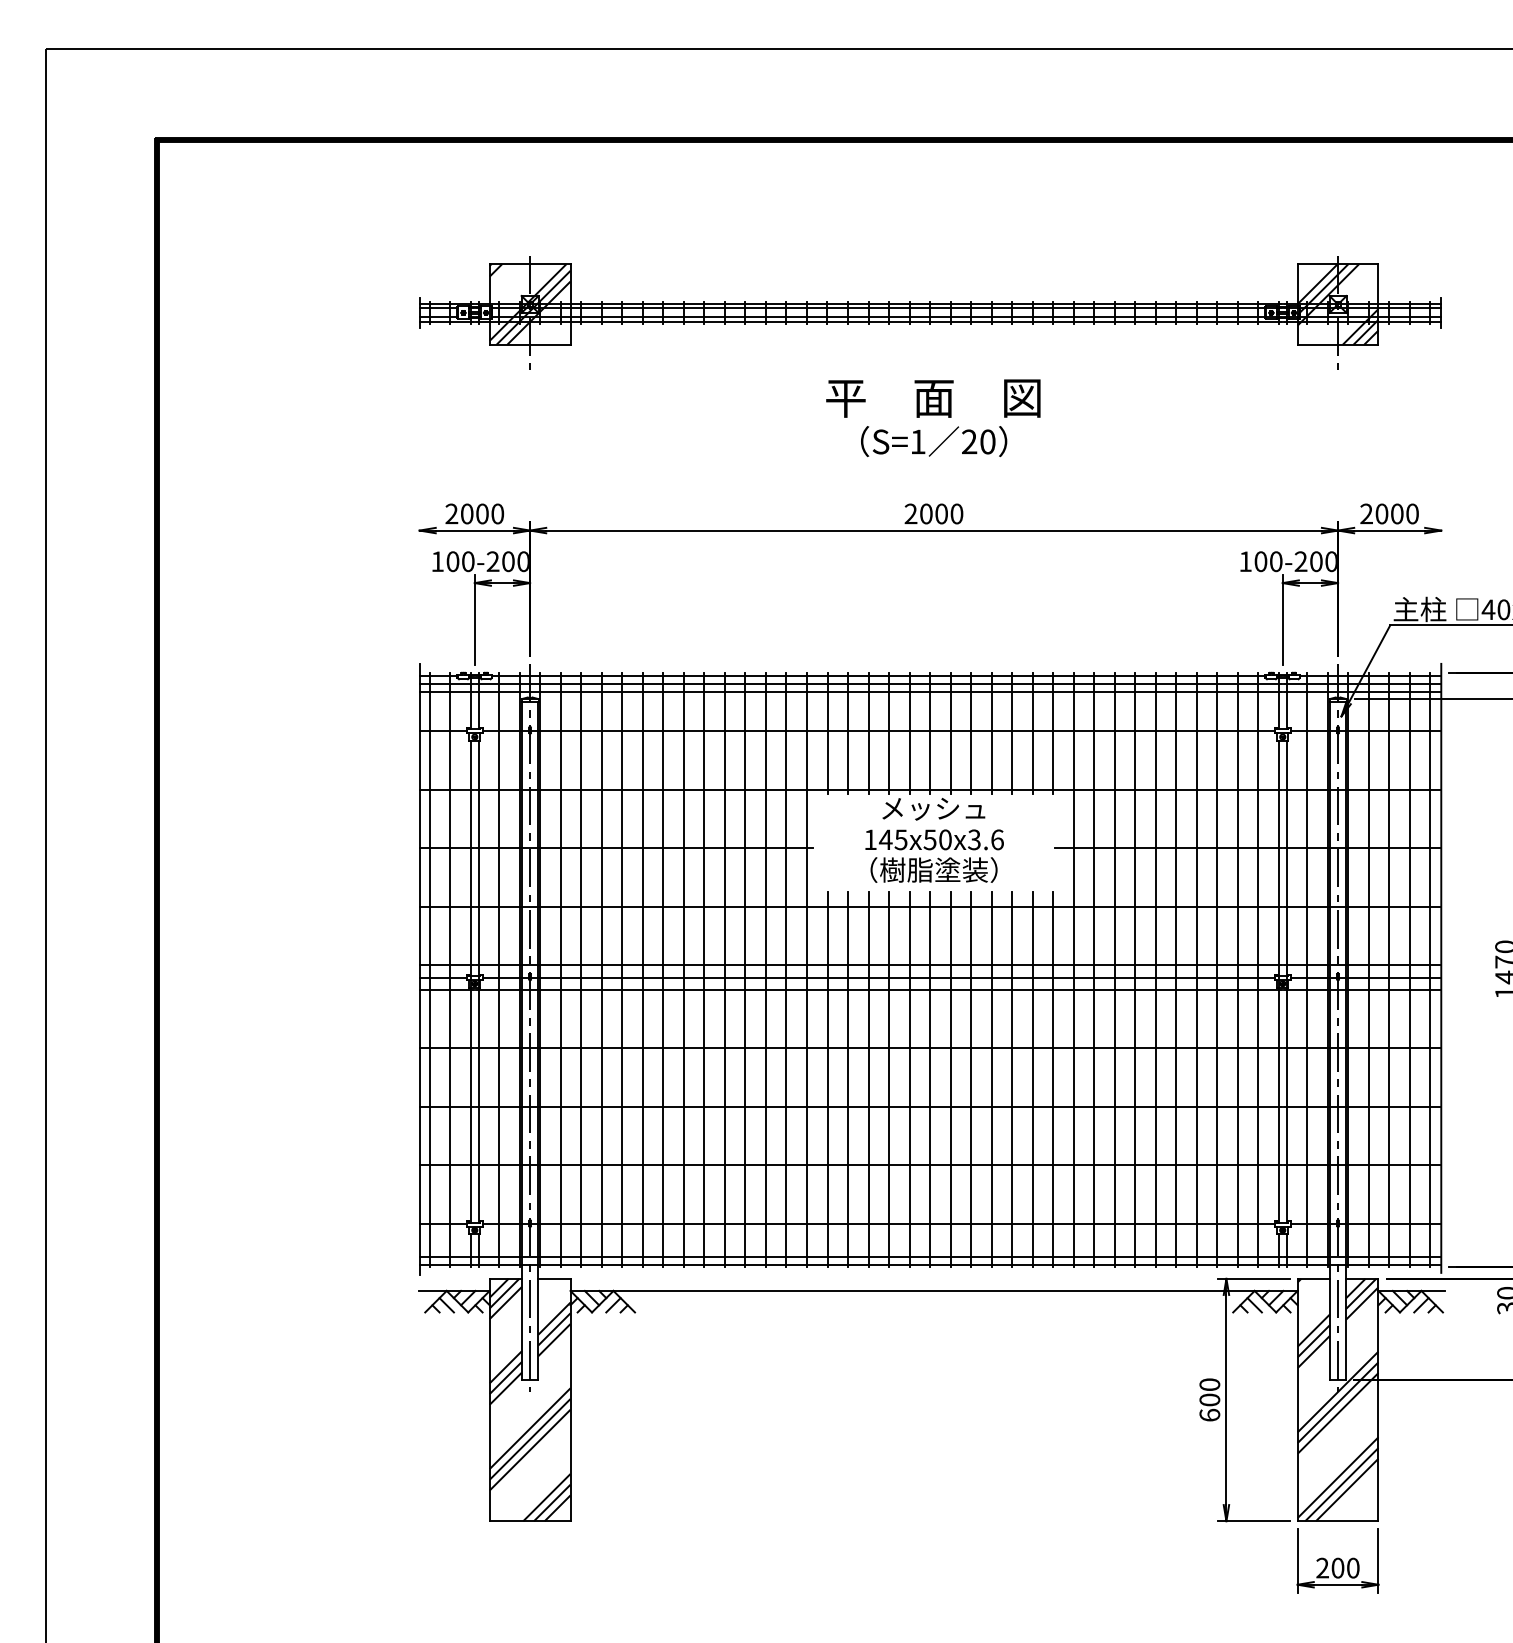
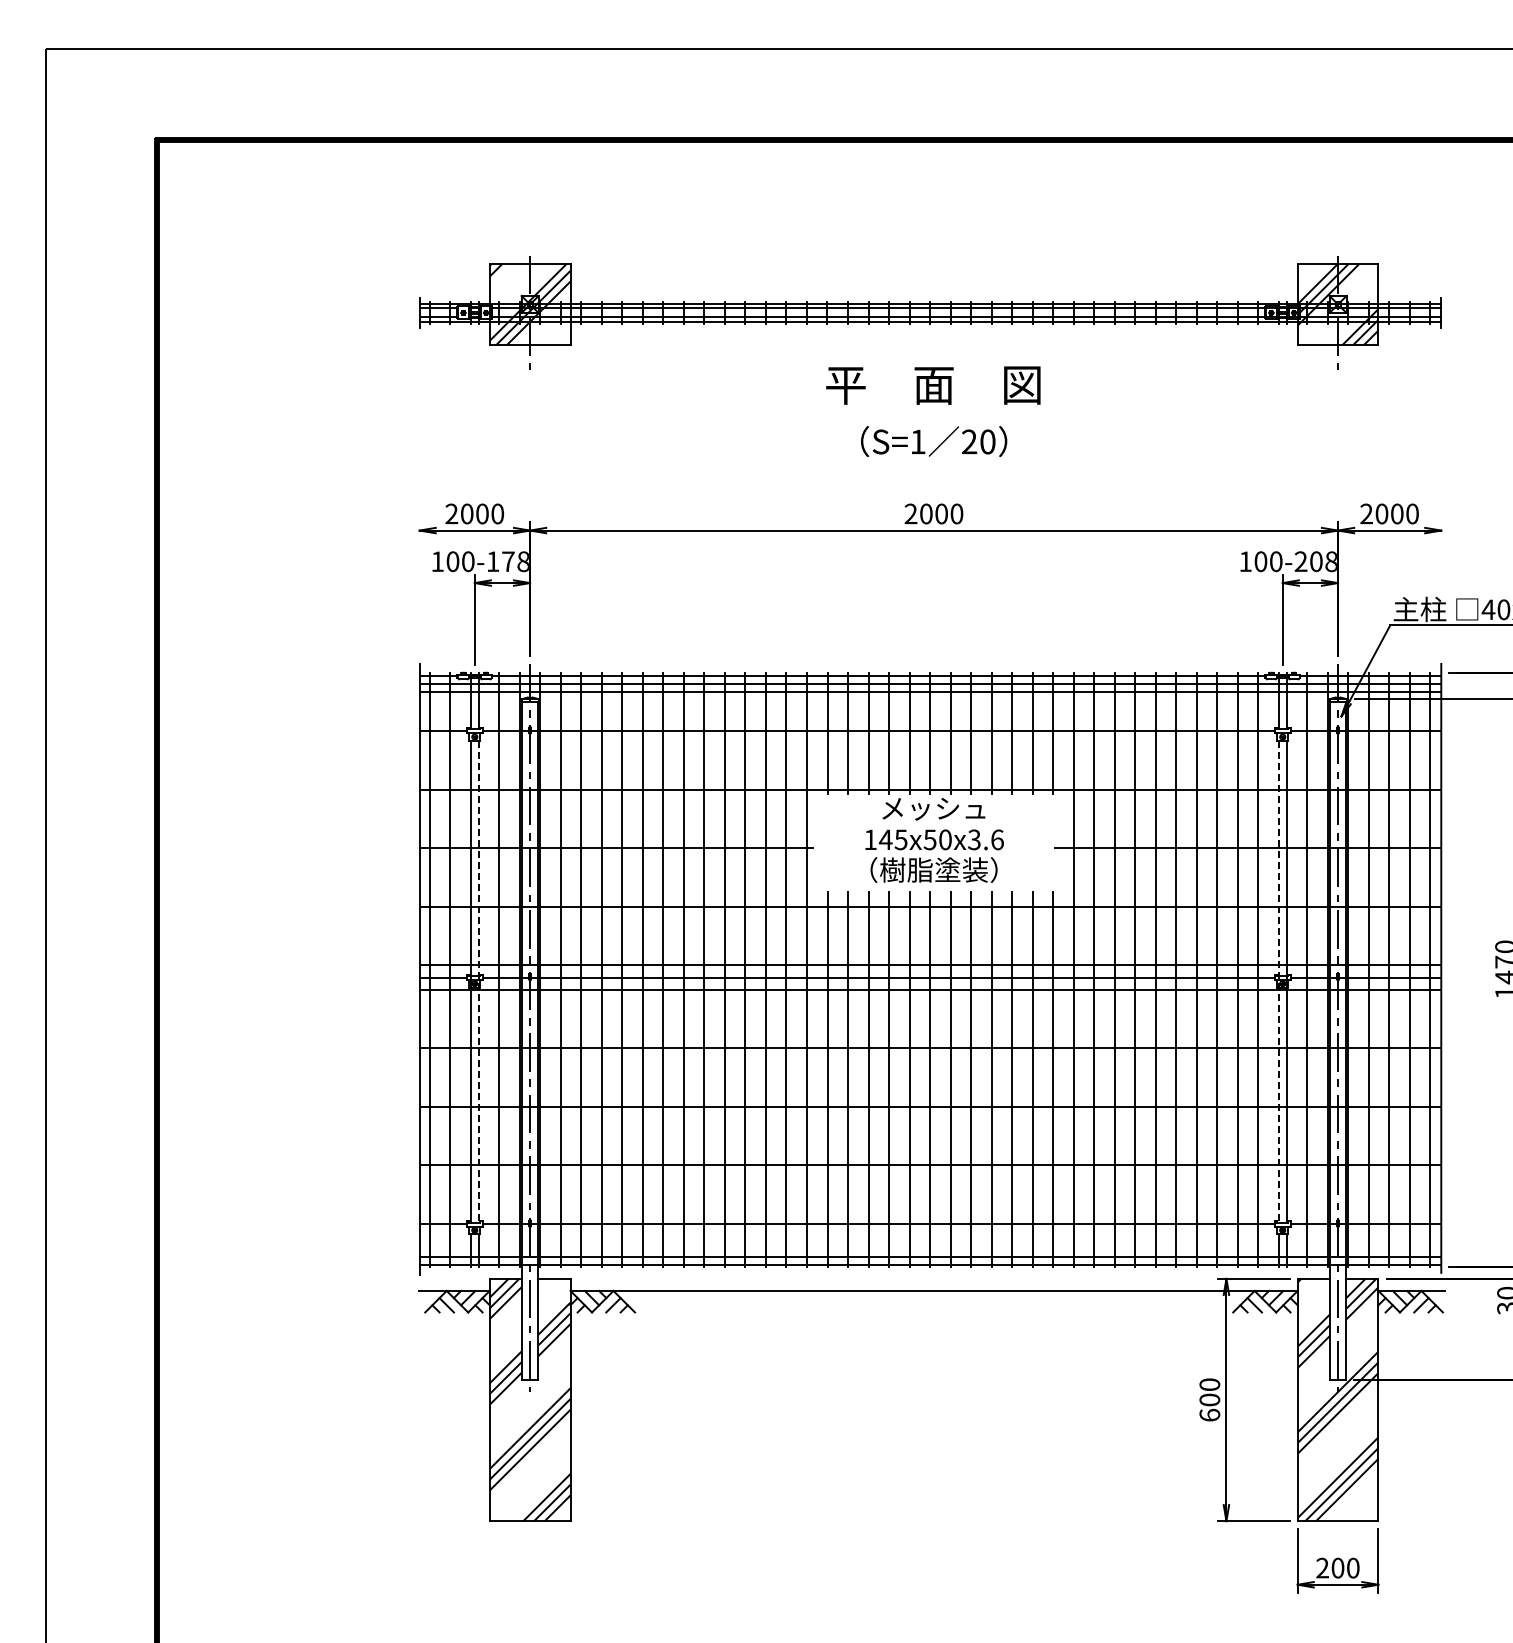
text at (933, 398) position: (933, 398) -> (933, 385)
text at (507, 561): 100-200 -> 100-178
text at (1330, 561): 100-200 -> 100-208
line at (478, 981): solid -> dashed
line at (1278, 981): solid -> dashed
